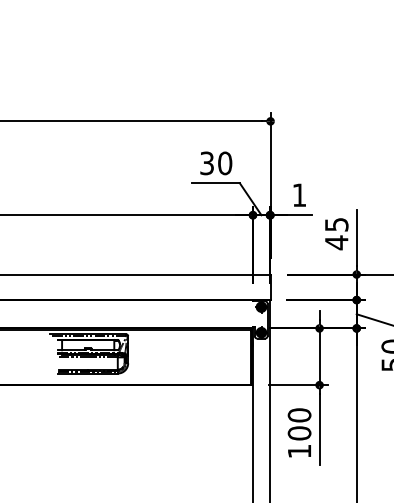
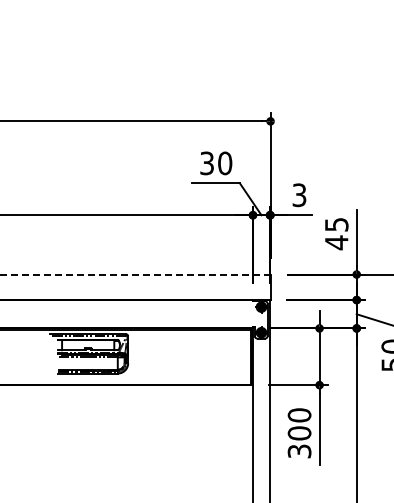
text at (299, 195): 1 -> 3
line at (135, 274): solid -> dashed
text at (299, 451): 100 -> 300
